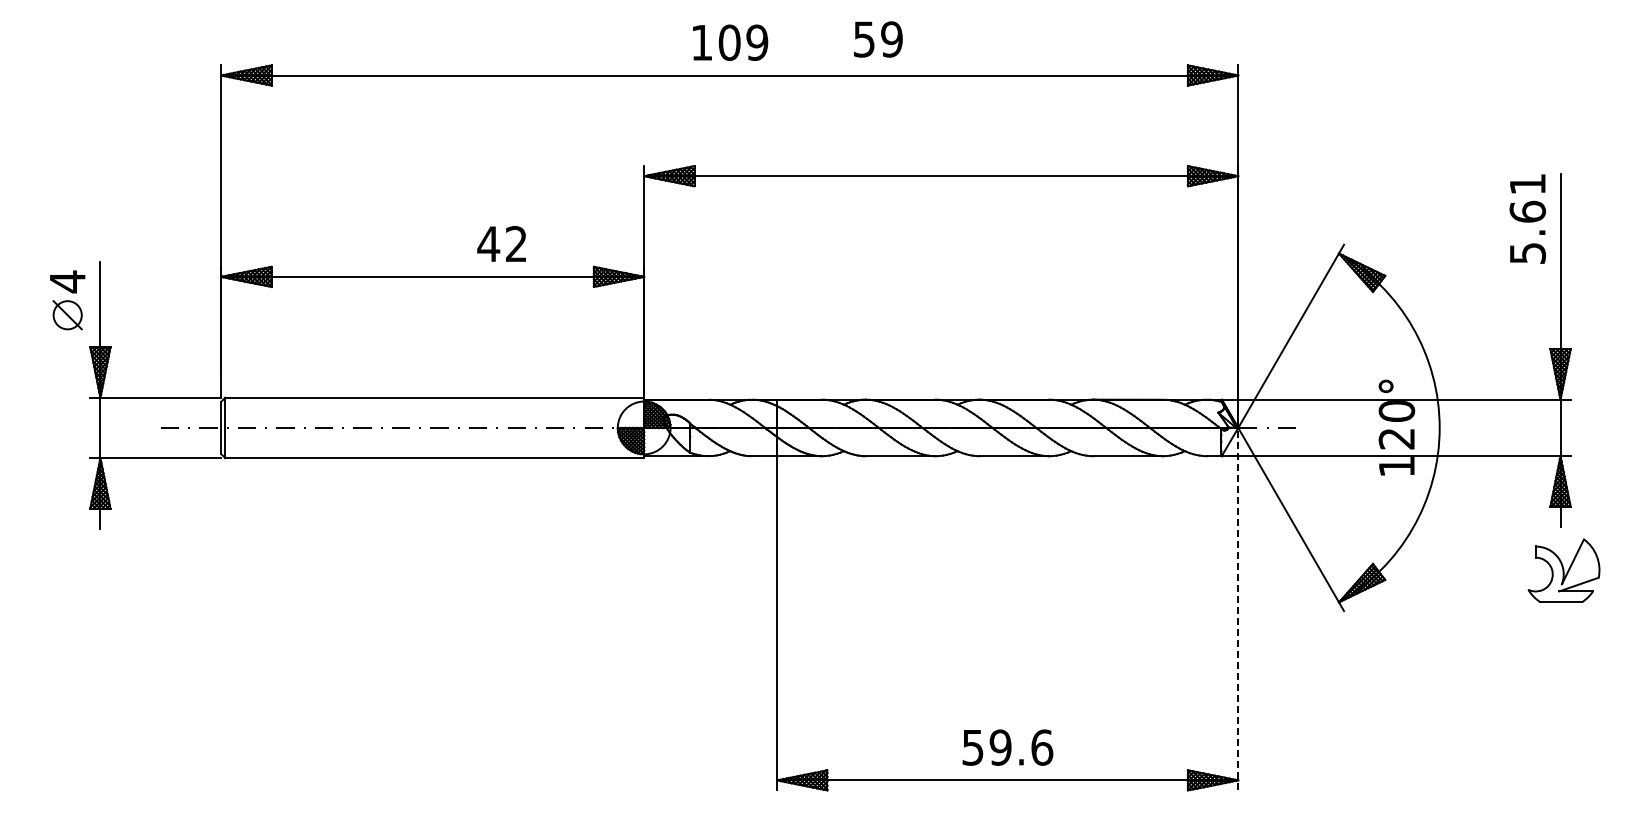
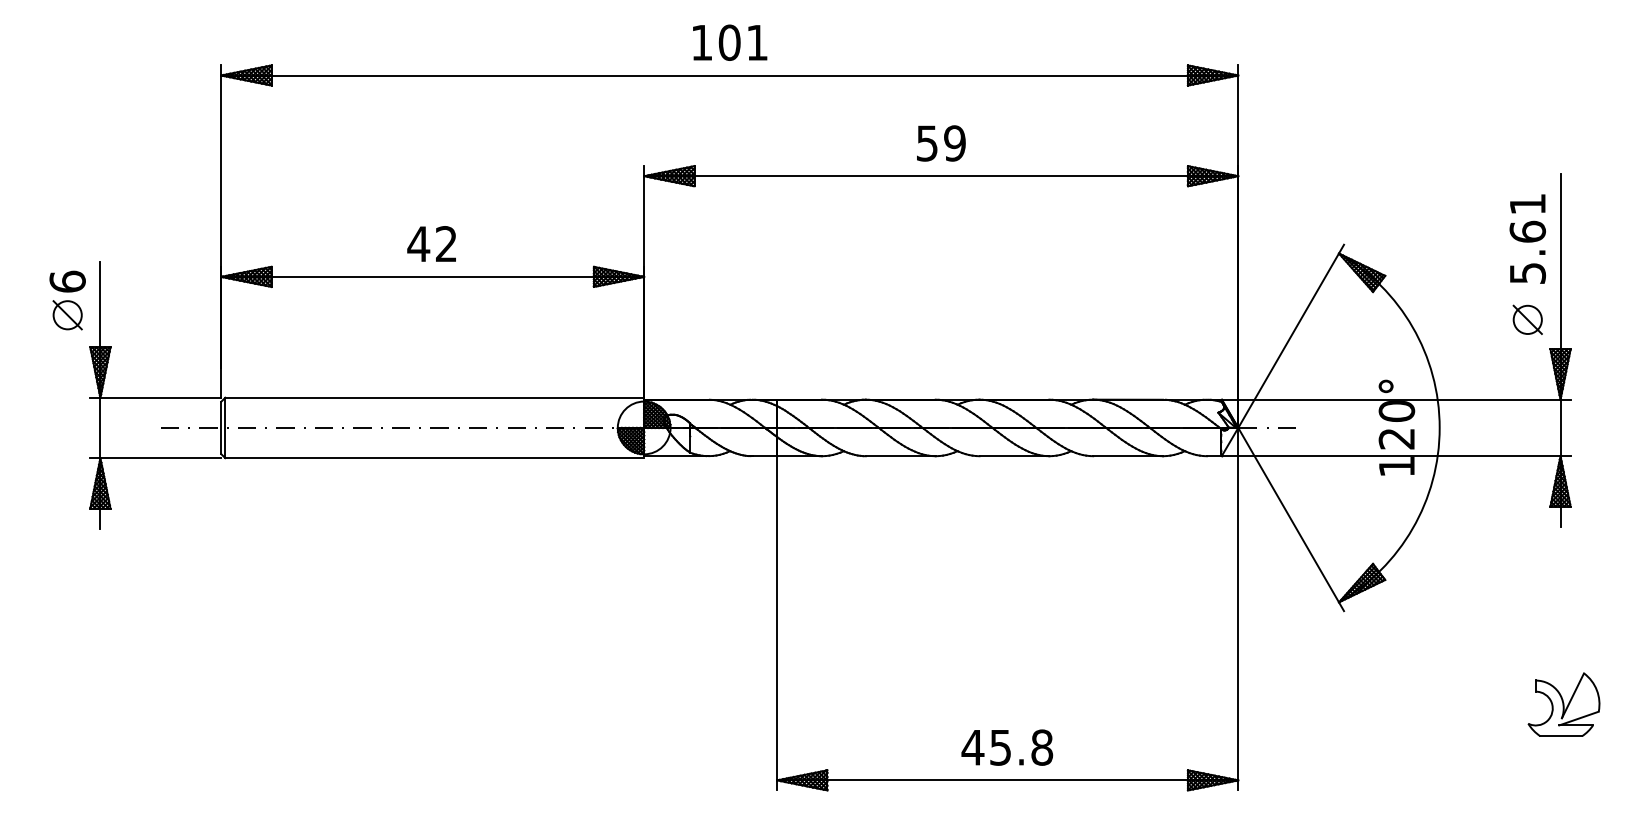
text at (878, 39) position: (878, 39) -> (941, 143)
text at (757, 42): 109 -> 101
text at (1527, 218) position: (1527, 218) -> (1527, 238)
text at (501, 243) position: (501, 243) -> (431, 243)
text at (67, 281): 4 -> 6
part at (1527, 319): none -> present
part at (1563, 570) position: (1563, 570) -> (1563, 704)
line at (1238, 608): dashed -> solid
text at (1007, 747): 59.6 -> 45.8
